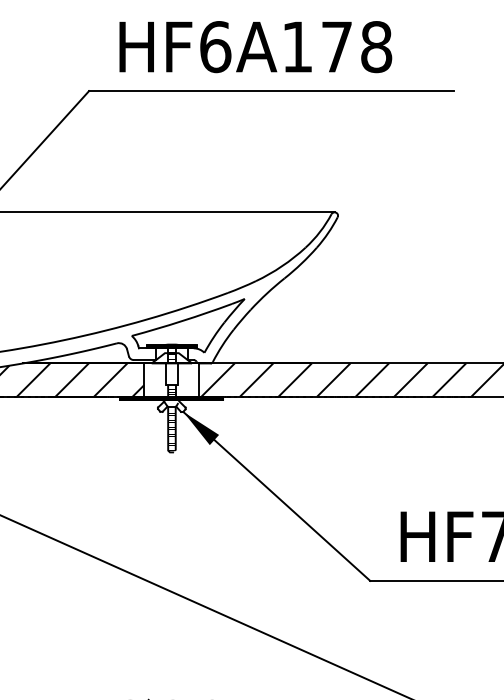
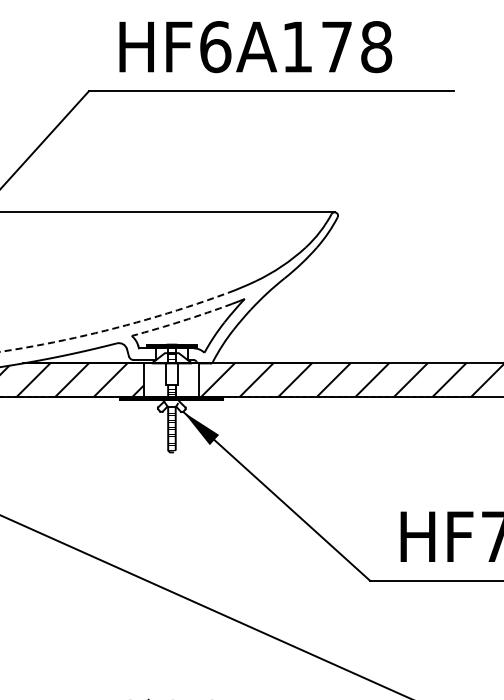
arc at (182, 321): solid -> dashed
arc at (115, 328): solid -> dashed
